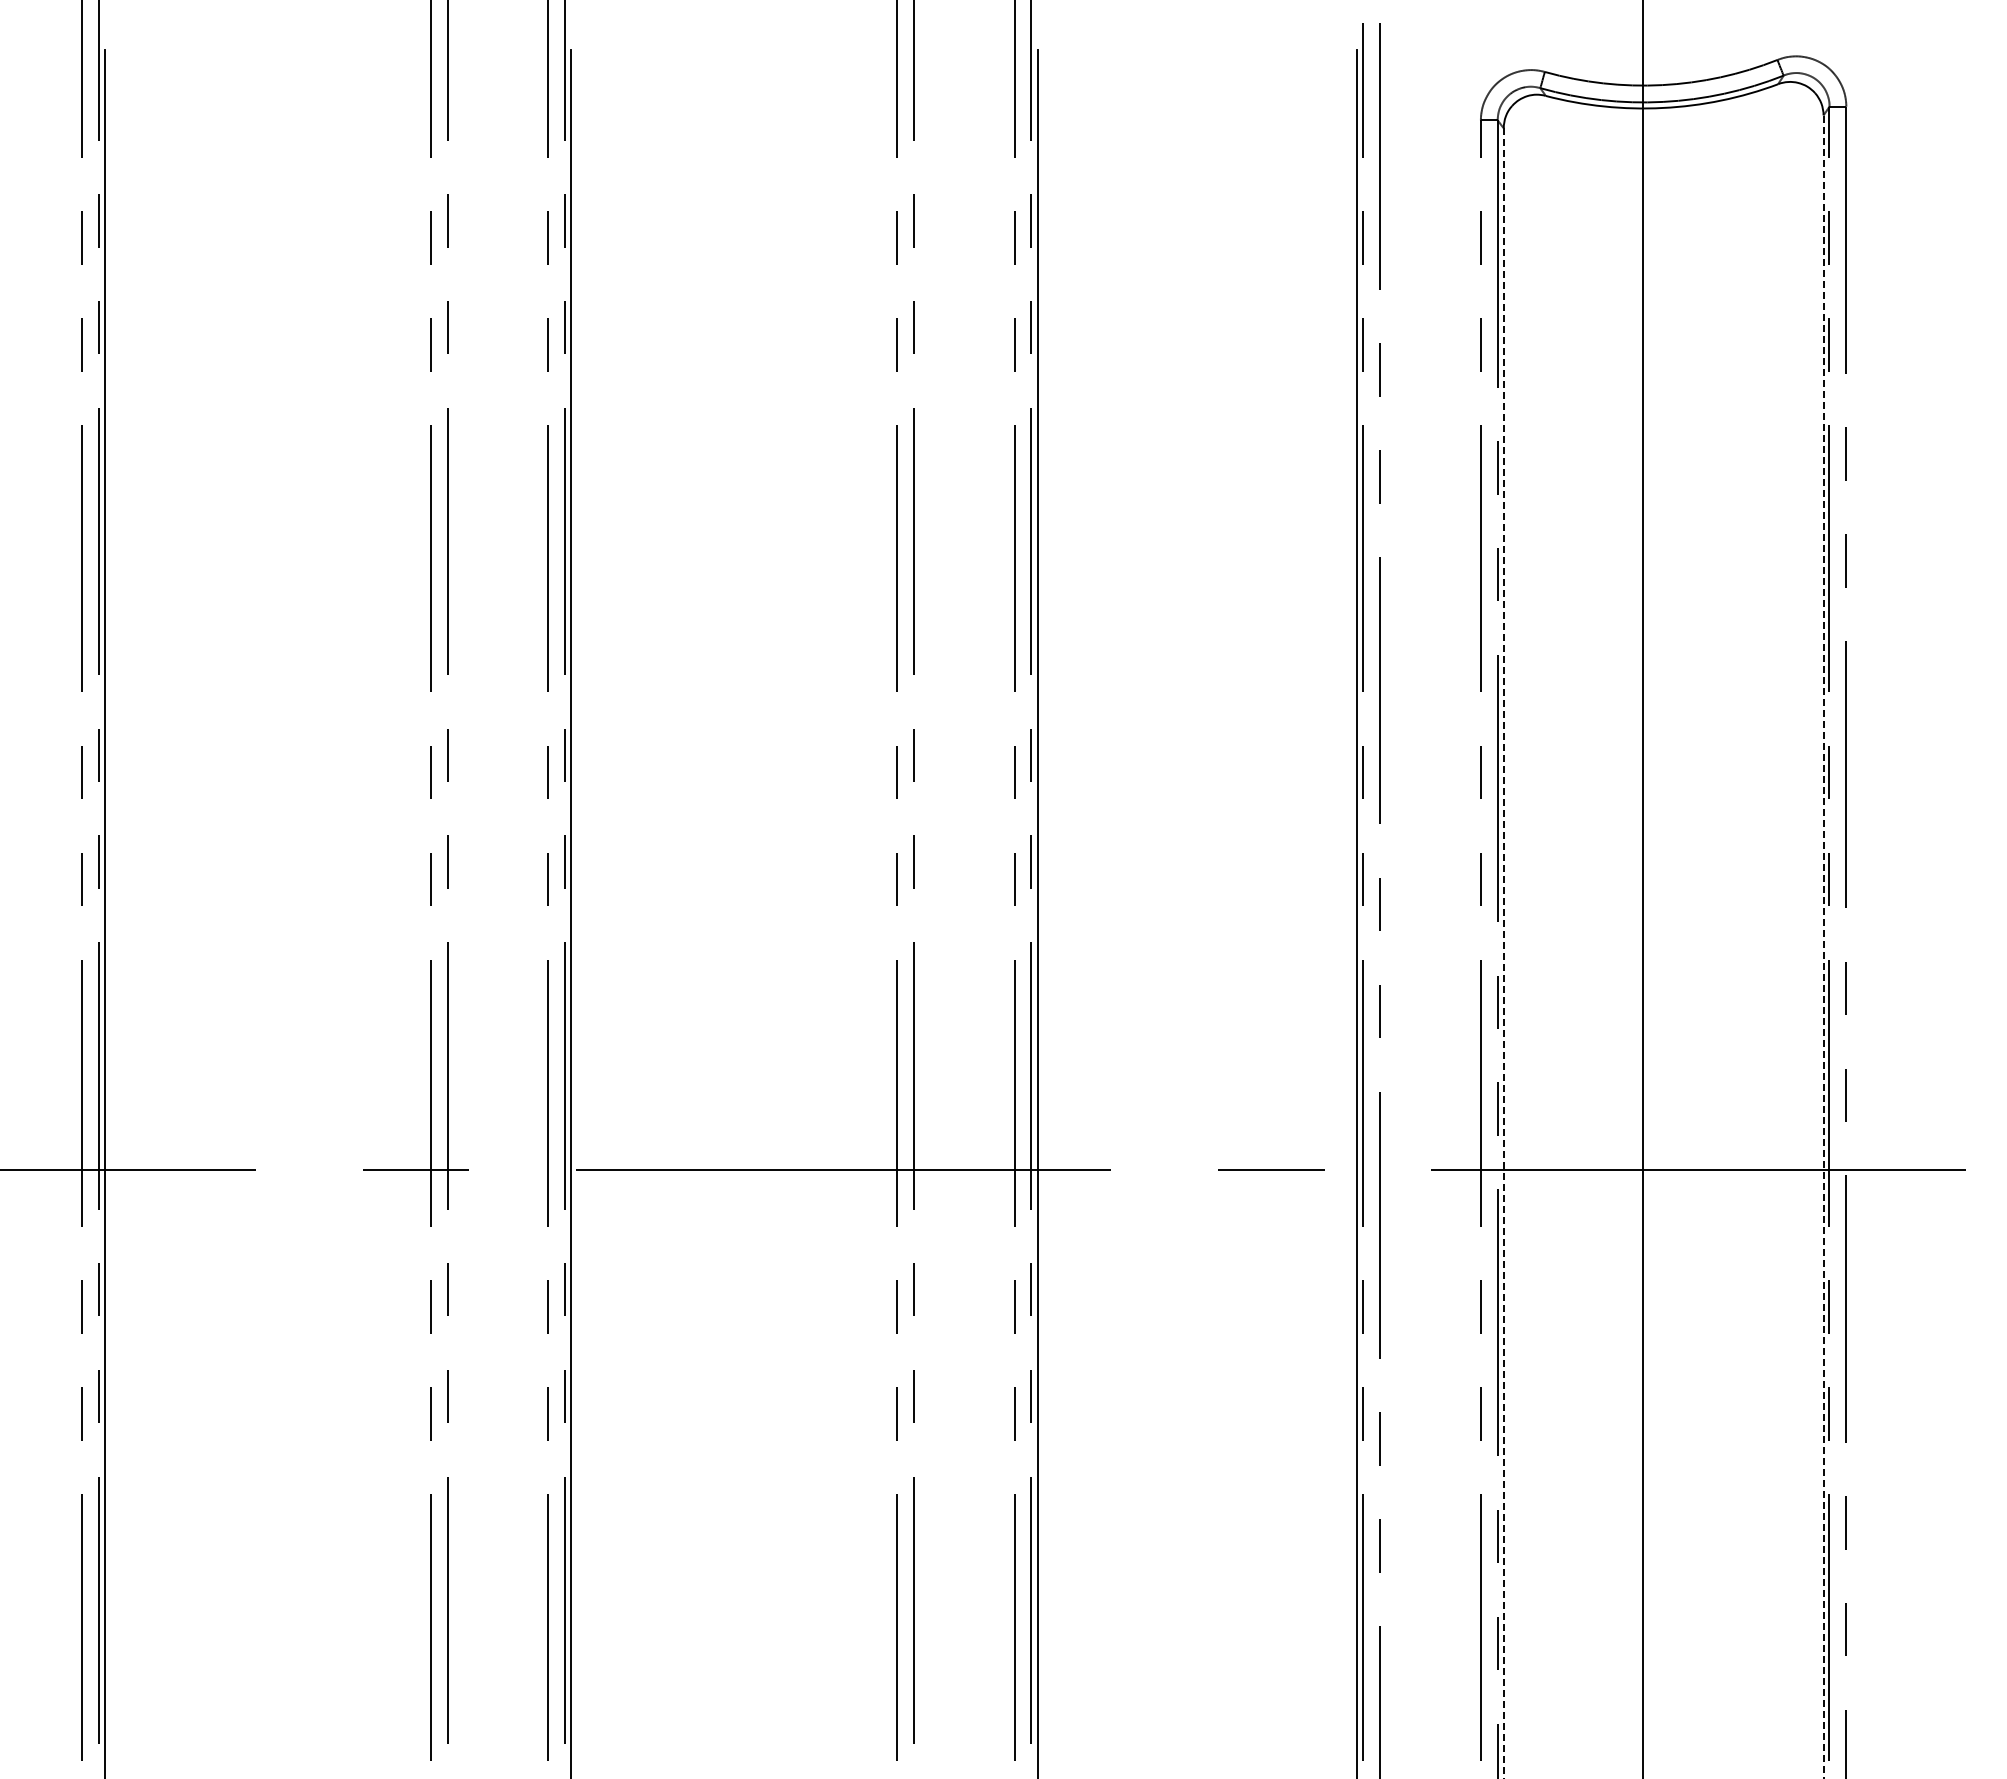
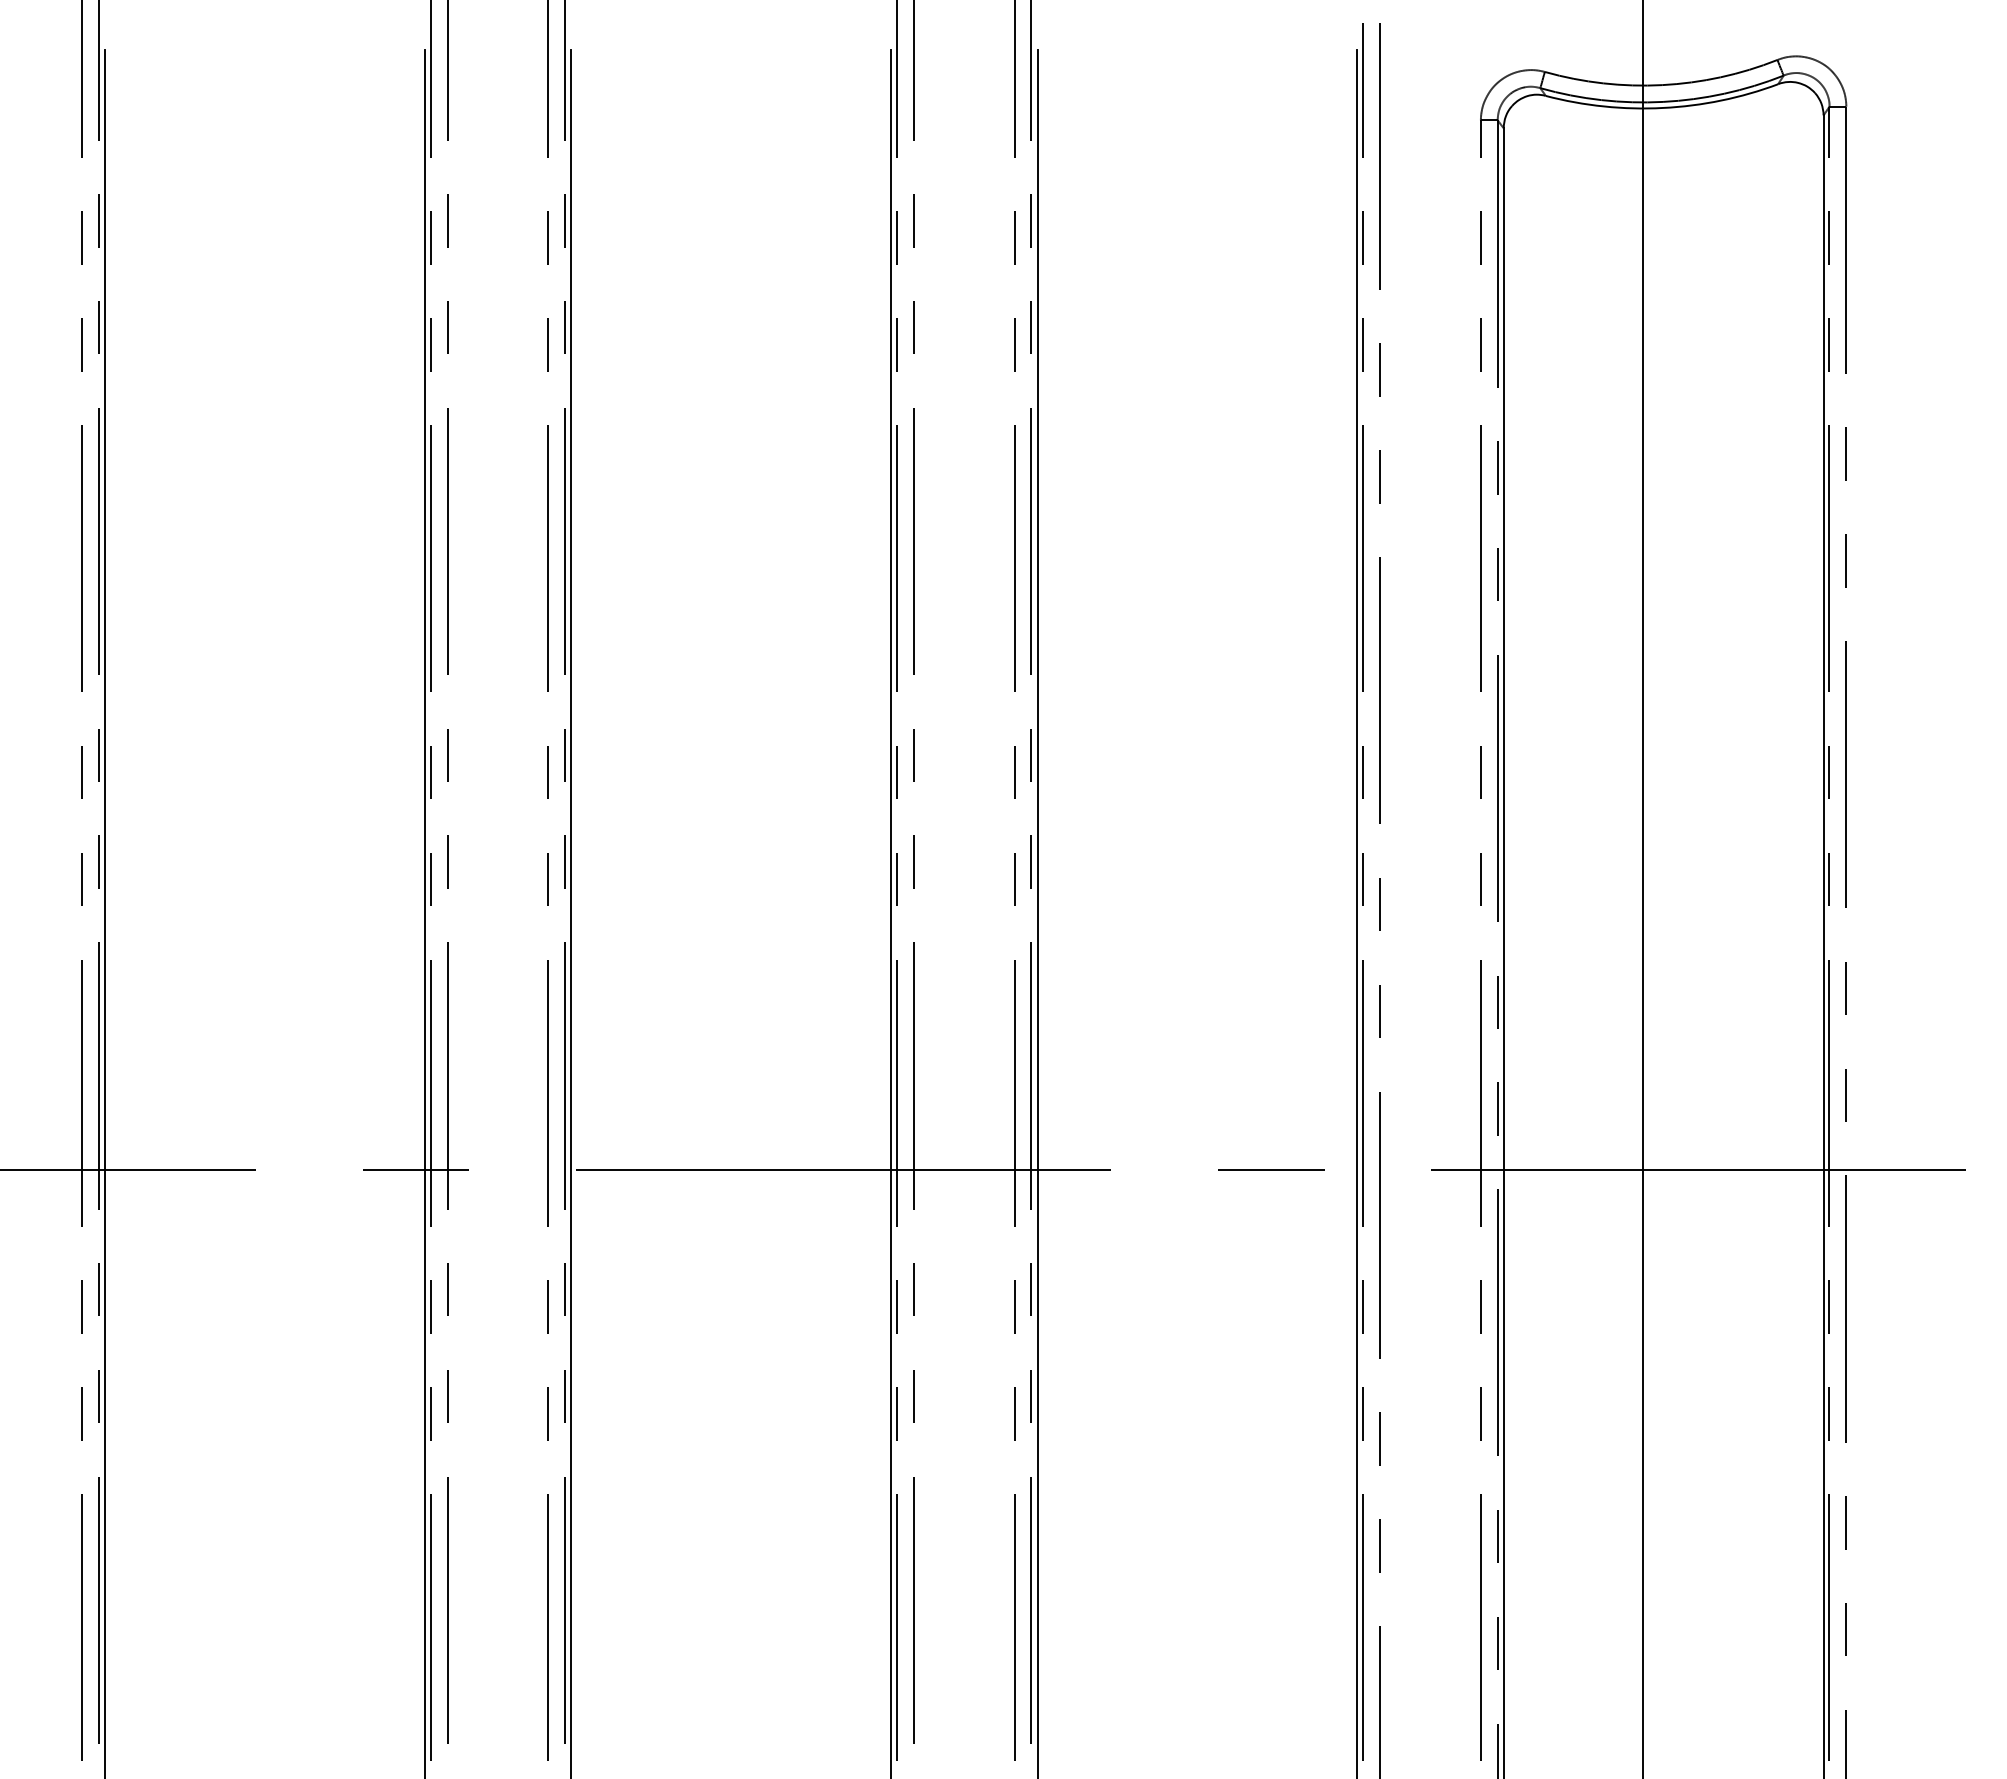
line at (424, 912): none -> present
line at (891, 912): none -> present
line at (1823, 947): dashed -> solid
line at (1503, 953): dashed -> solid
